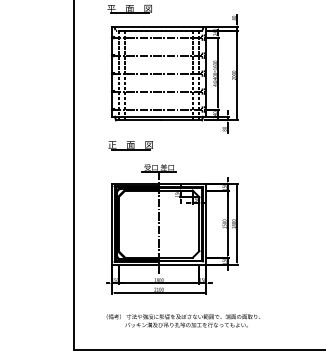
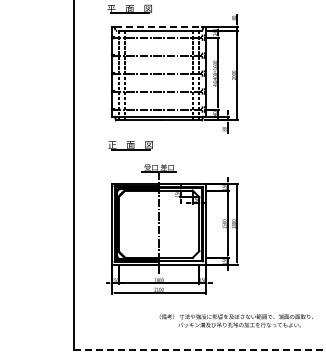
line at (159, 26): solid -> dashed
text at (182, 320) position: (182, 320) -> (235, 320)
line at (199, 350): solid -> dashed
